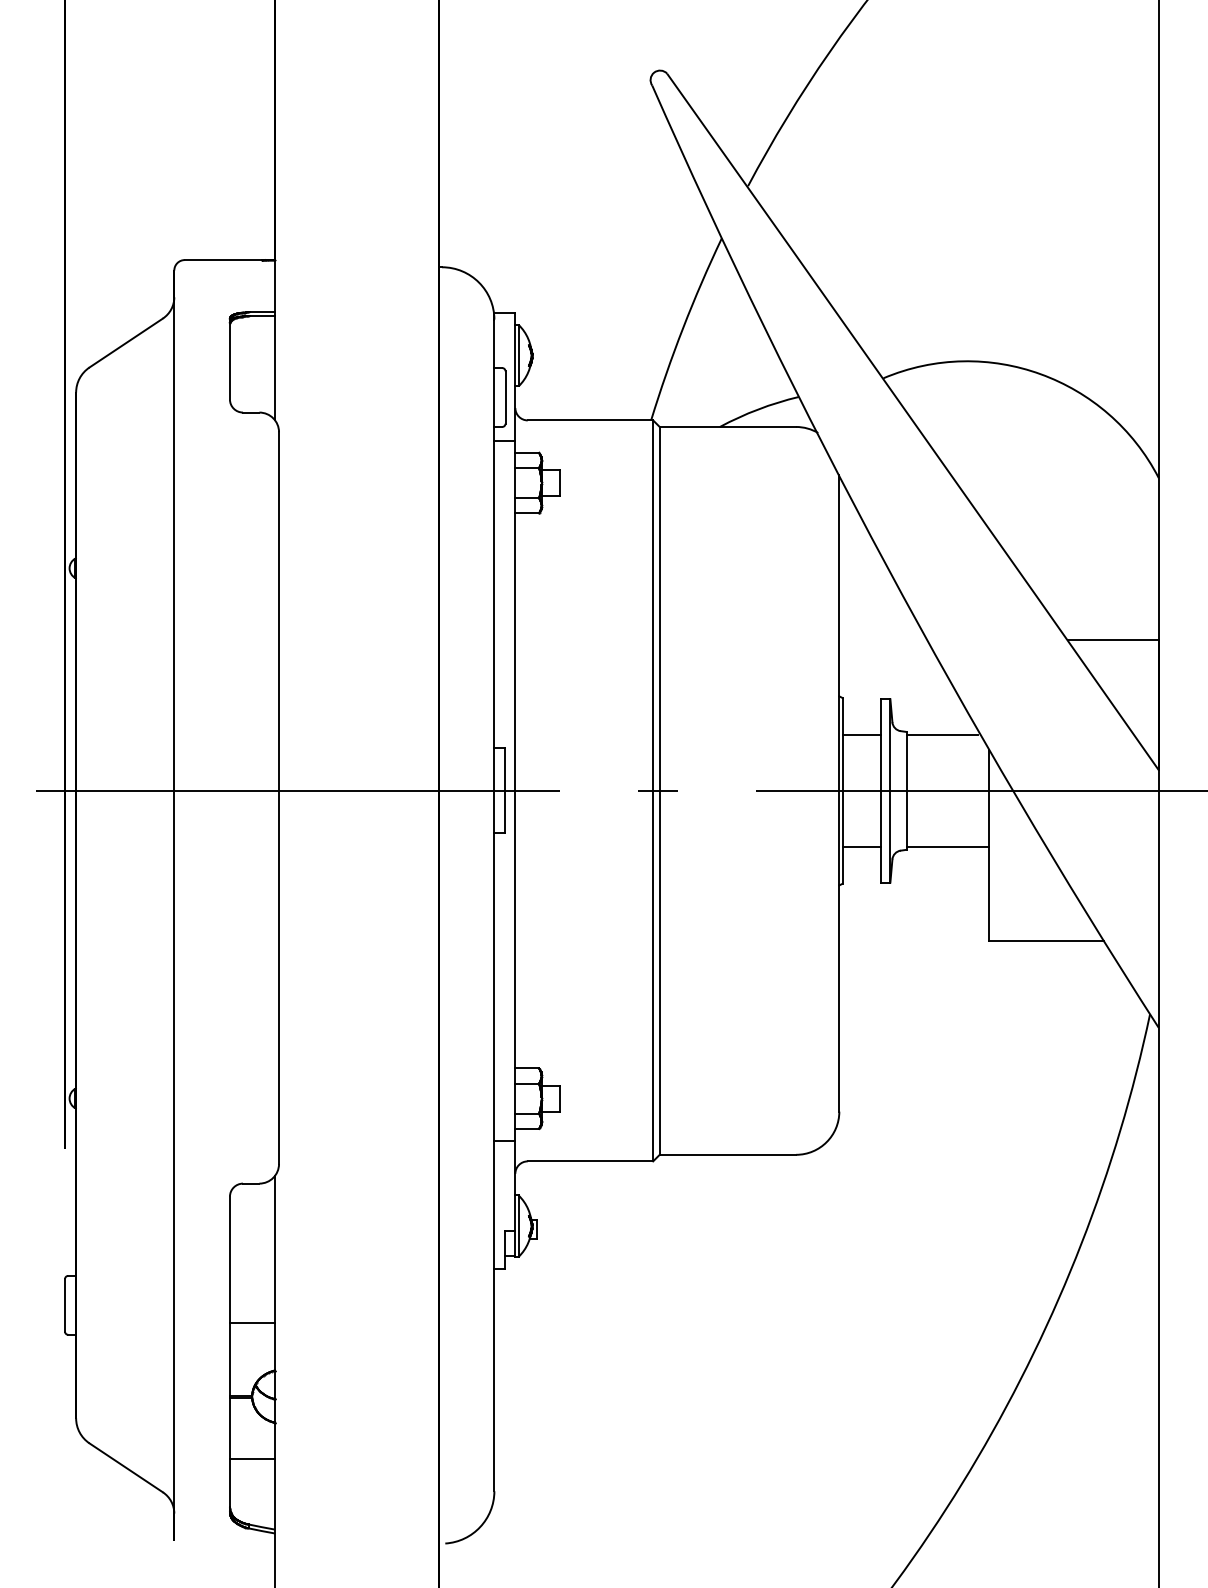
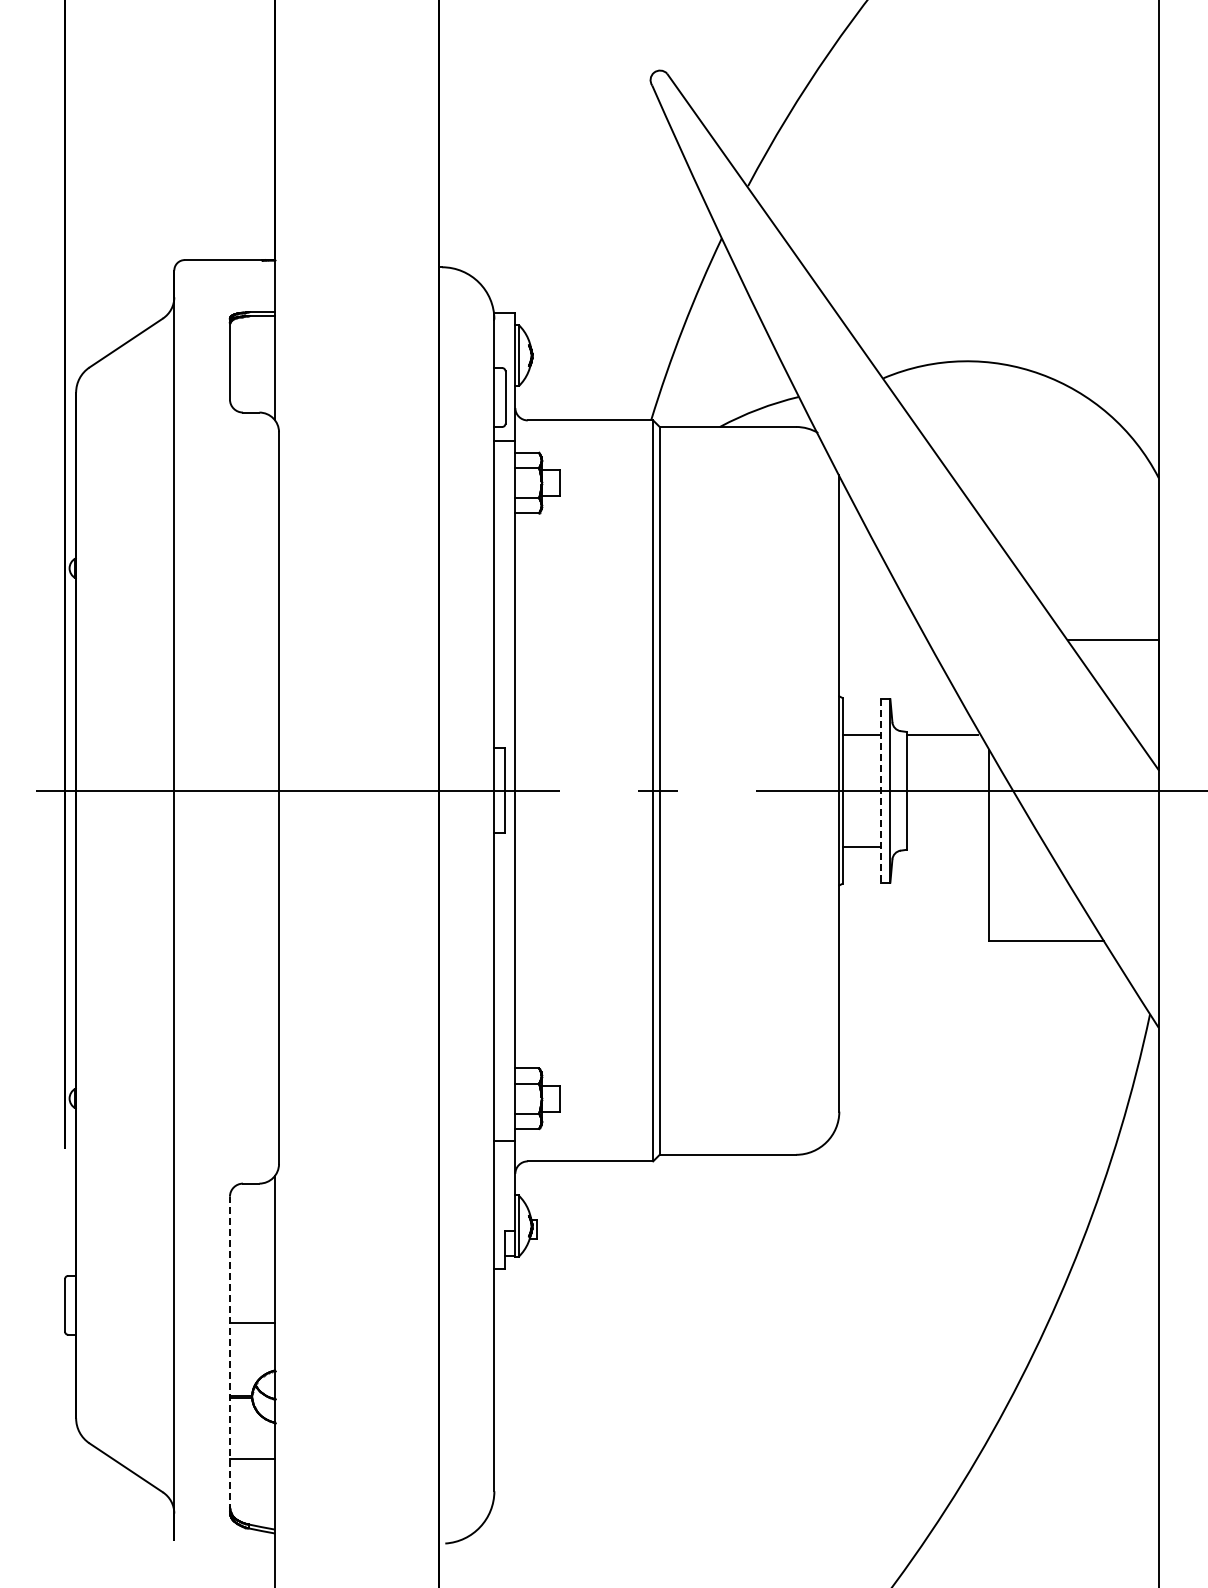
line at (880, 790): solid -> dashed
line at (947, 846): present -> none
line at (229, 1353): solid -> dashed
